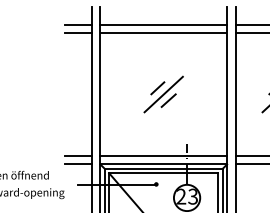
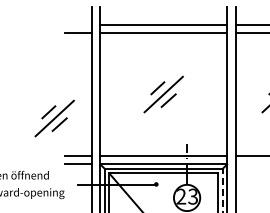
line at (78, 24): present -> none
part at (54, 118): none -> present
line at (250, 164): present -> none
line at (222, 190): solid -> dashed
